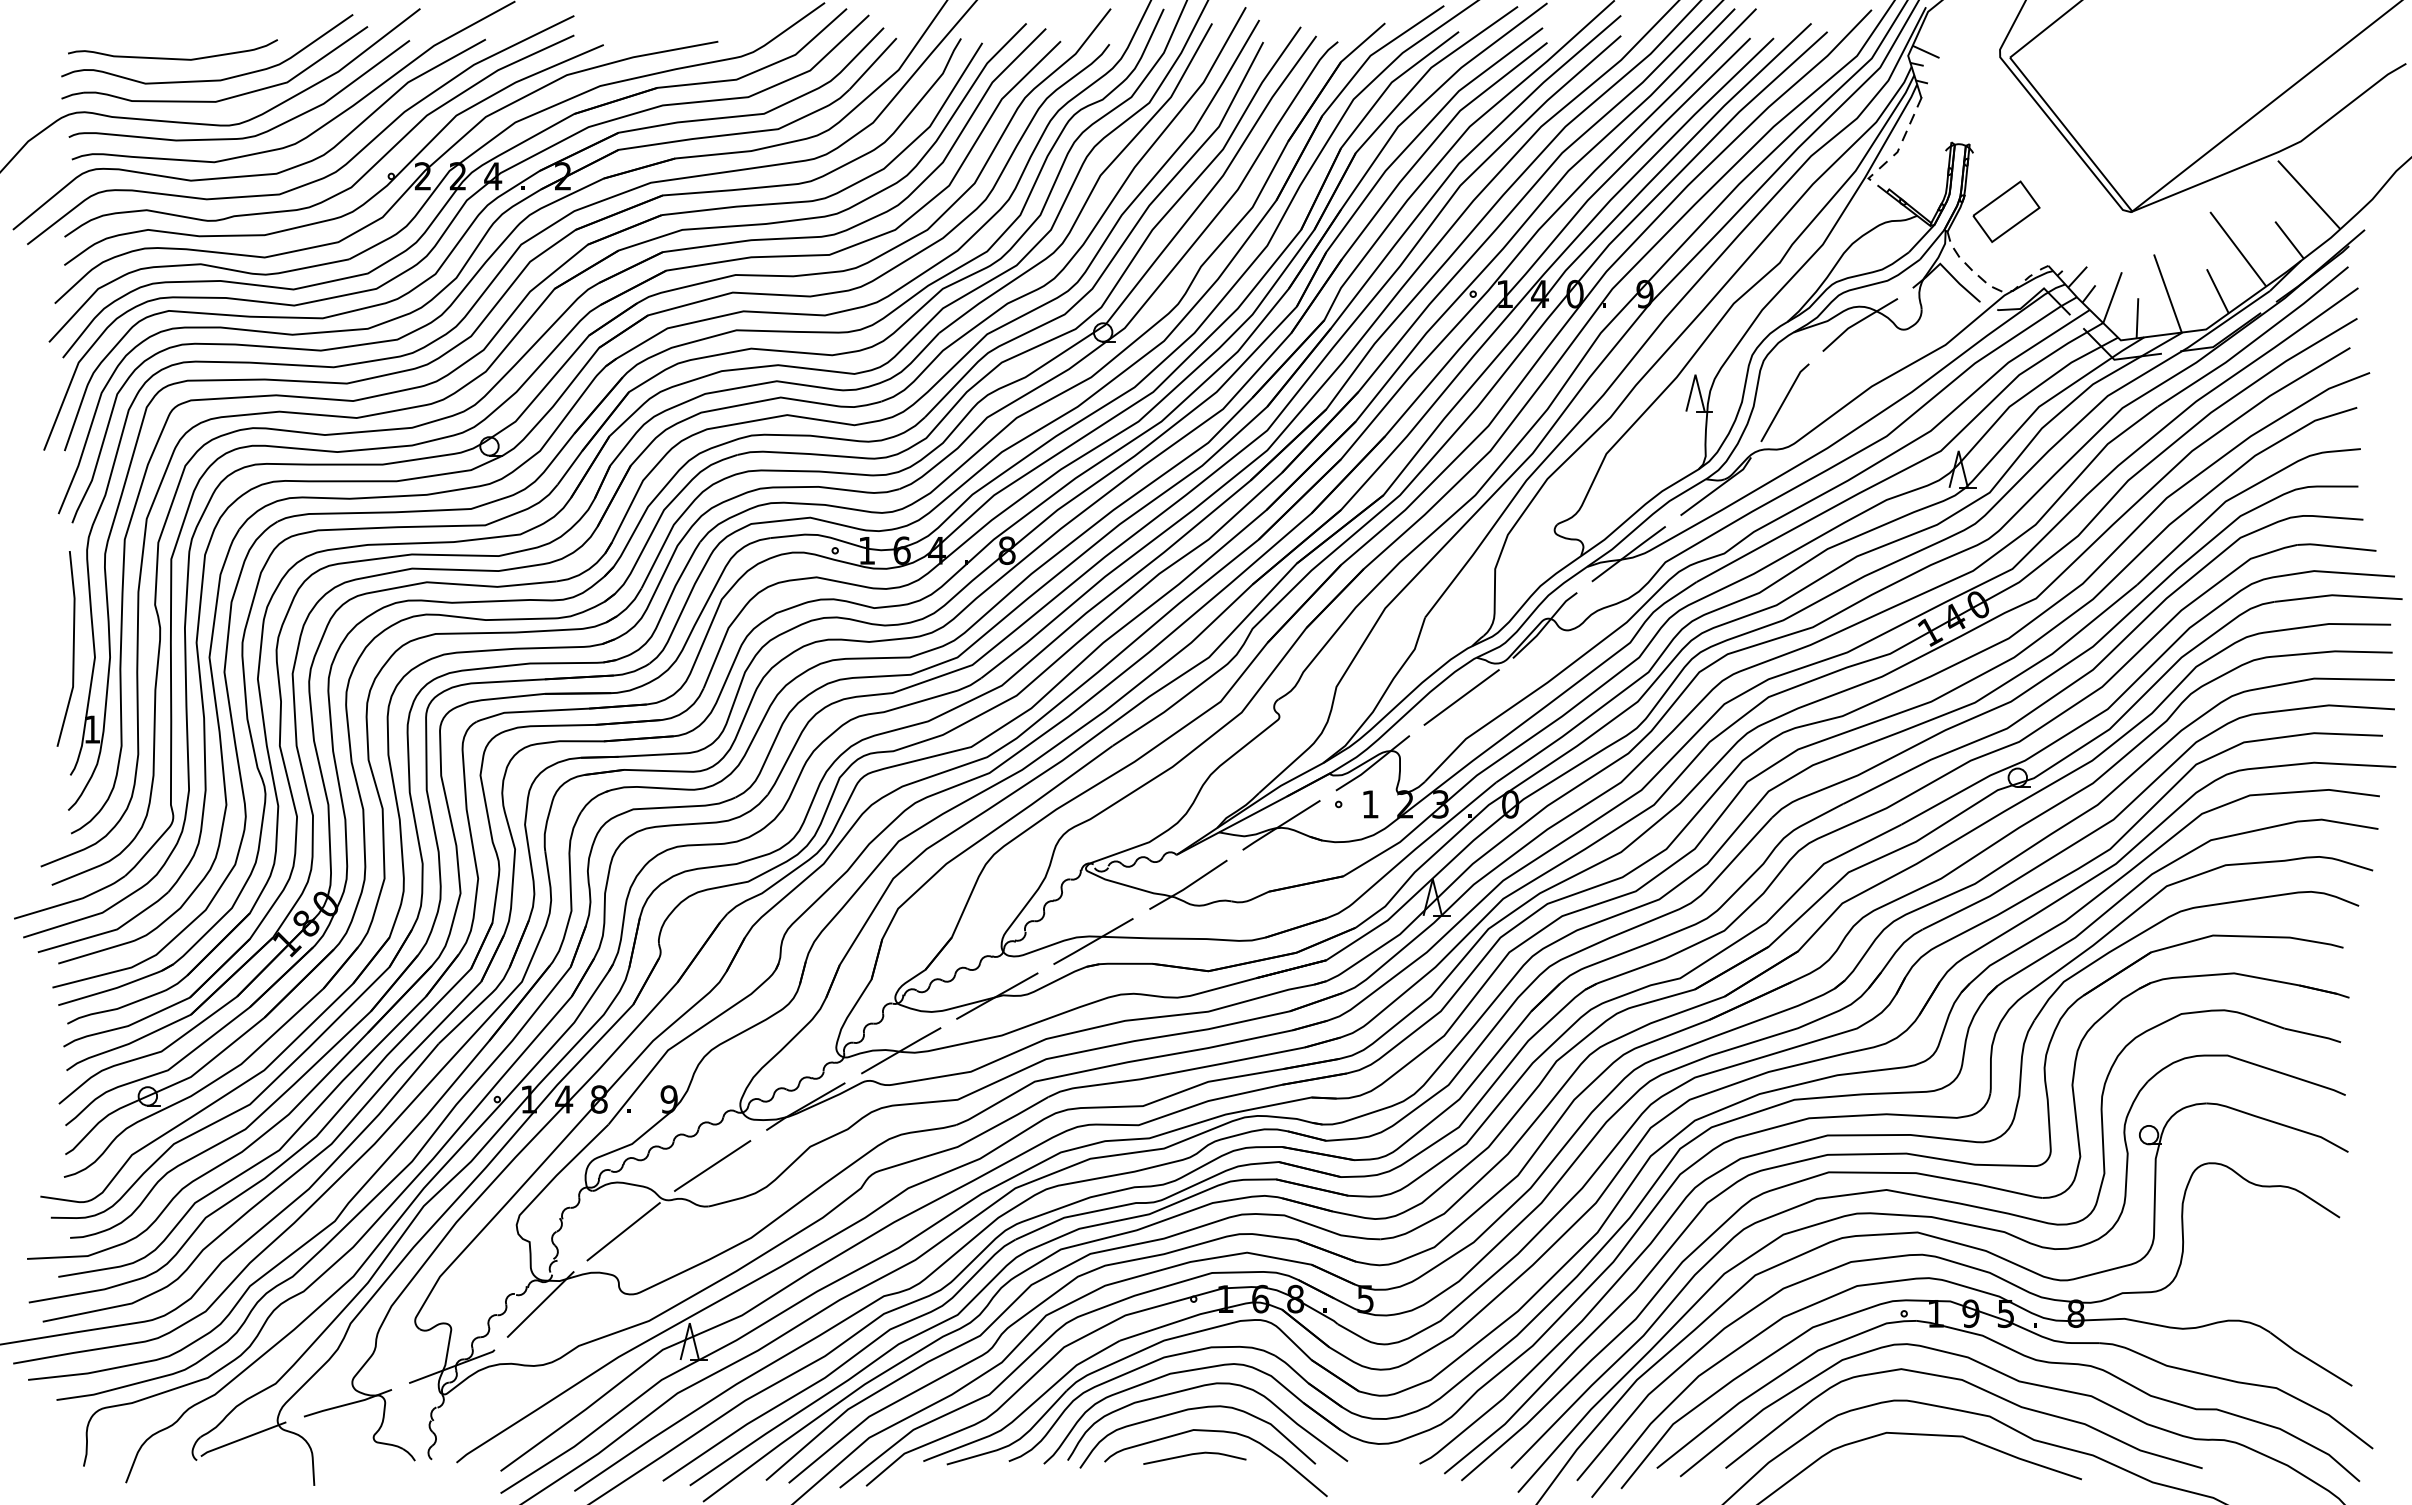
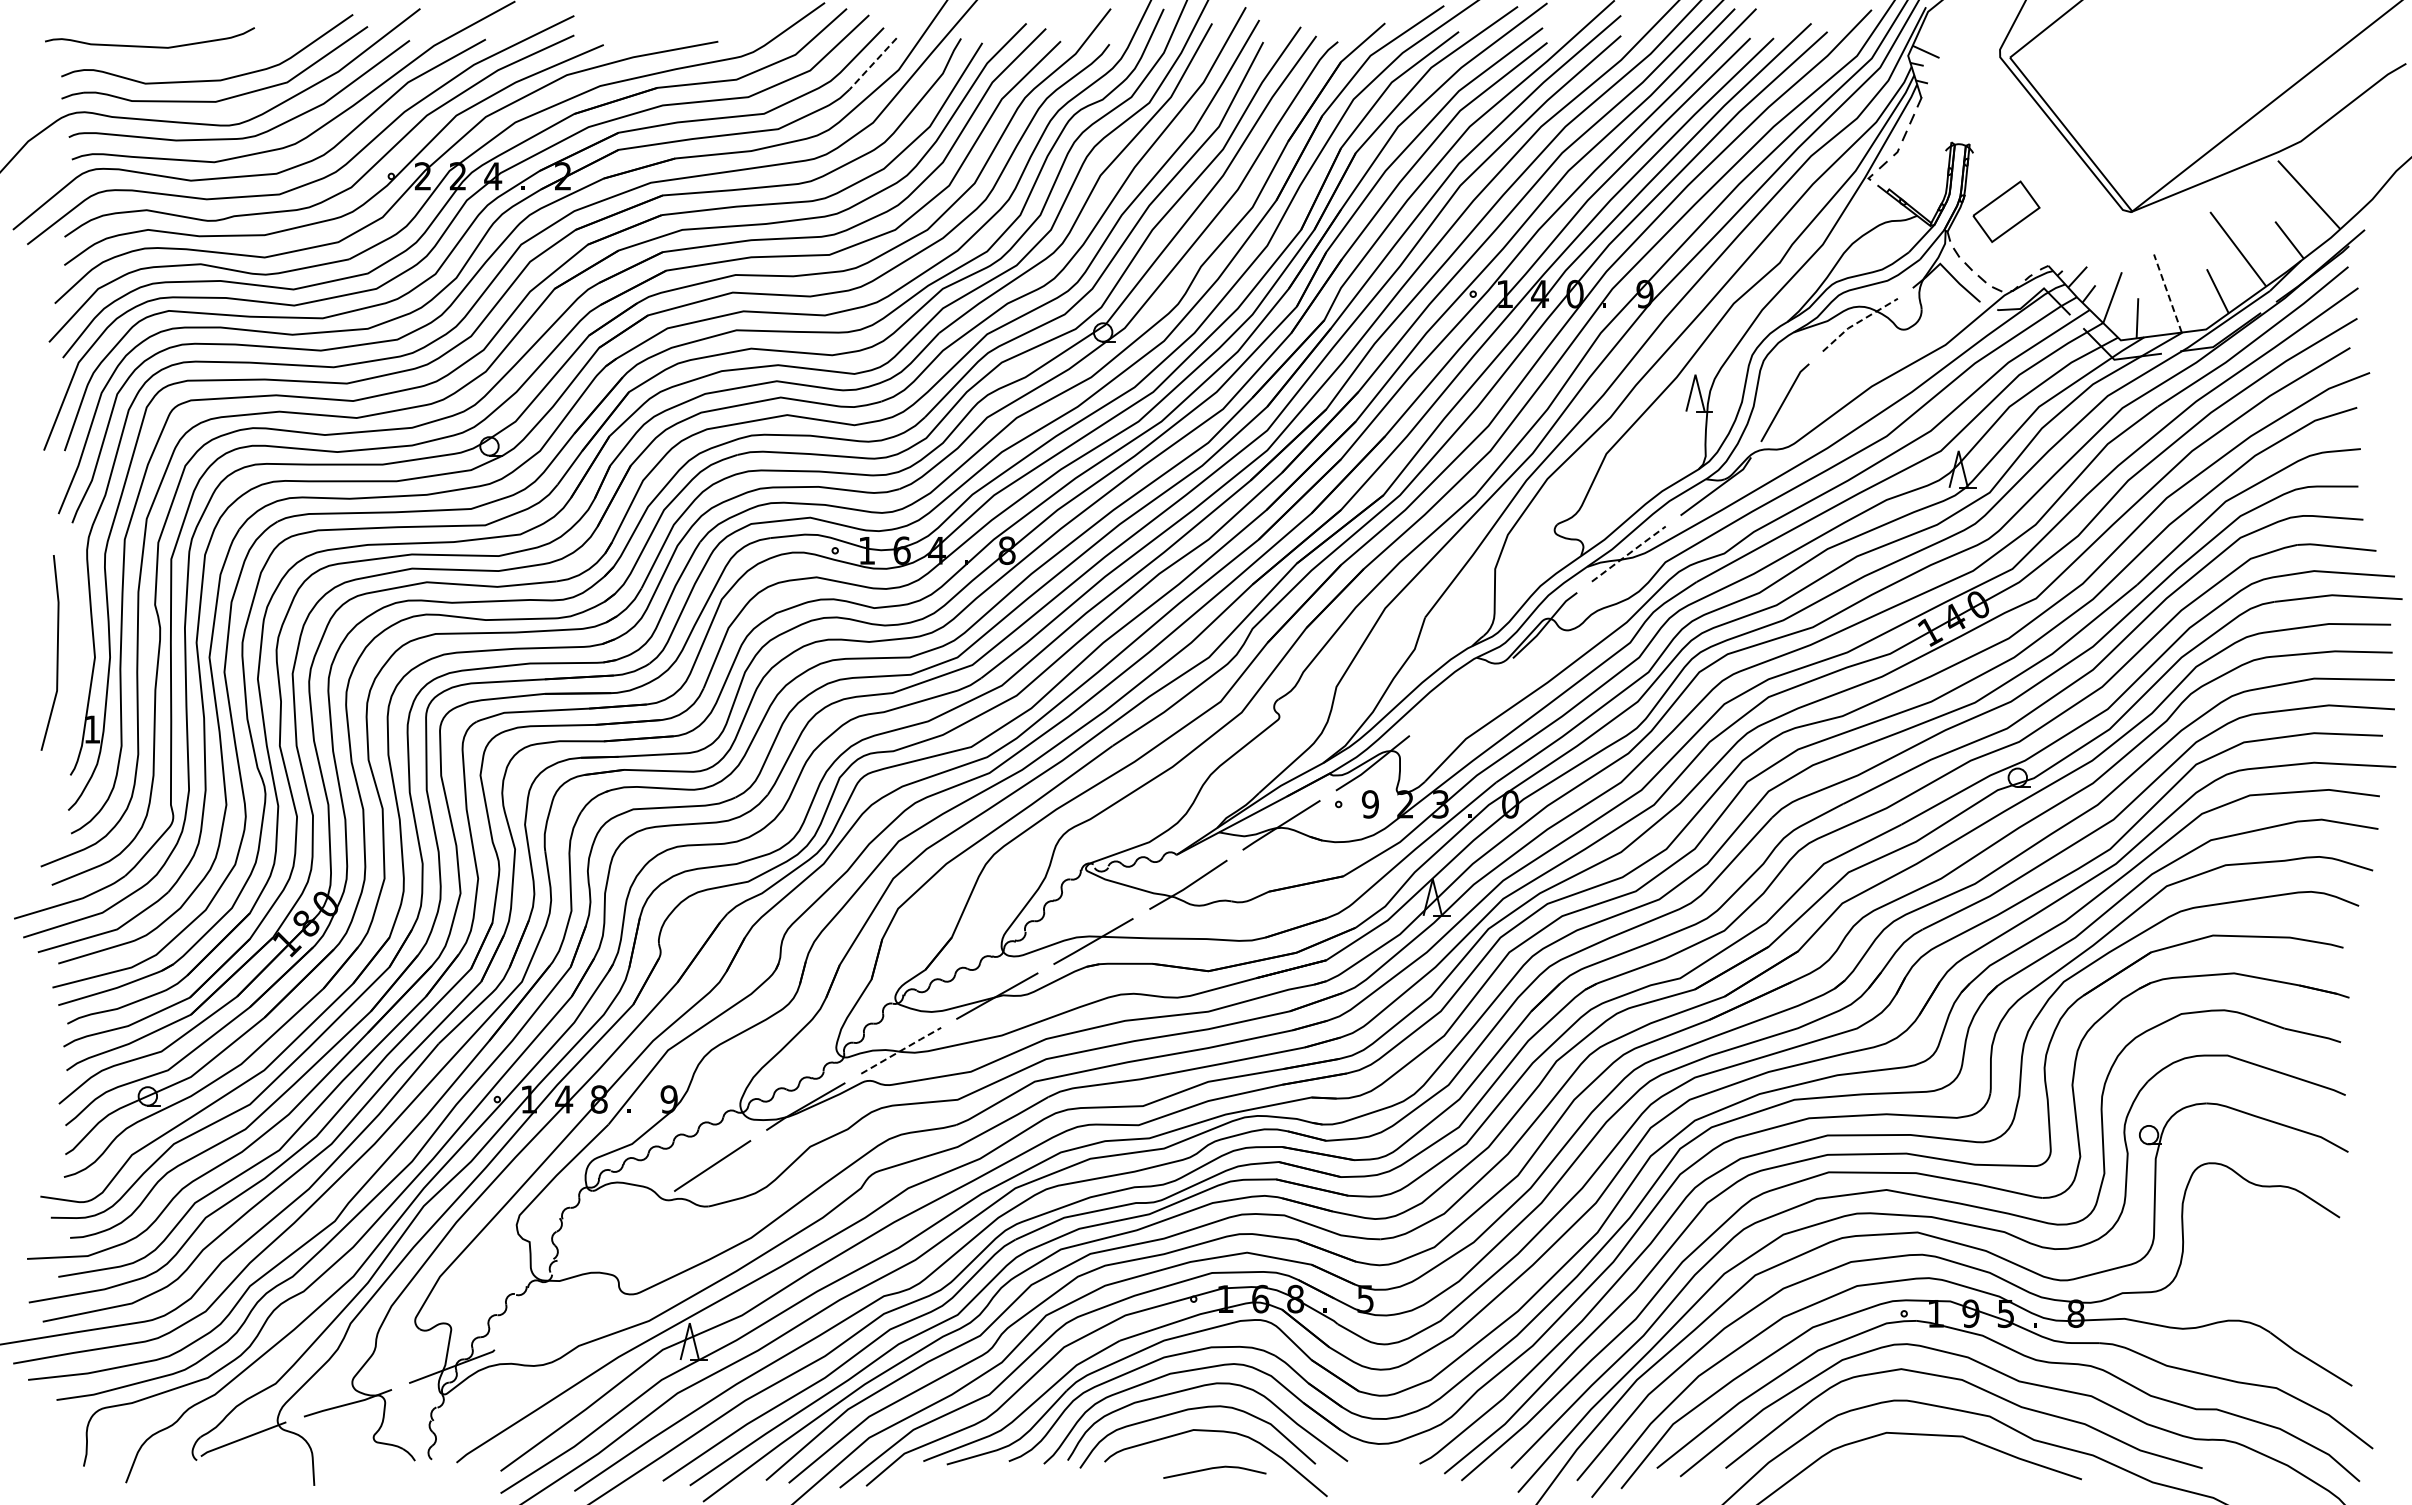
curve at (168, 57) position: (168, 57) -> (145, 45)
line at (873, 63): solid -> dashed
line at (2167, 293): solid -> dashed
line at (1857, 322): solid -> dashed
line at (1629, 553): solid -> dashed
line at (72, 648) position: (72, 648) -> (56, 652)
line at (1461, 697): present -> none
text at (1369, 804): 1 -> 9
line at (901, 1050): solid -> dashed
line at (623, 1231): present -> none
line at (540, 1304): present -> none
curve at (1192, 1455) position: (1192, 1455) -> (1212, 1469)
